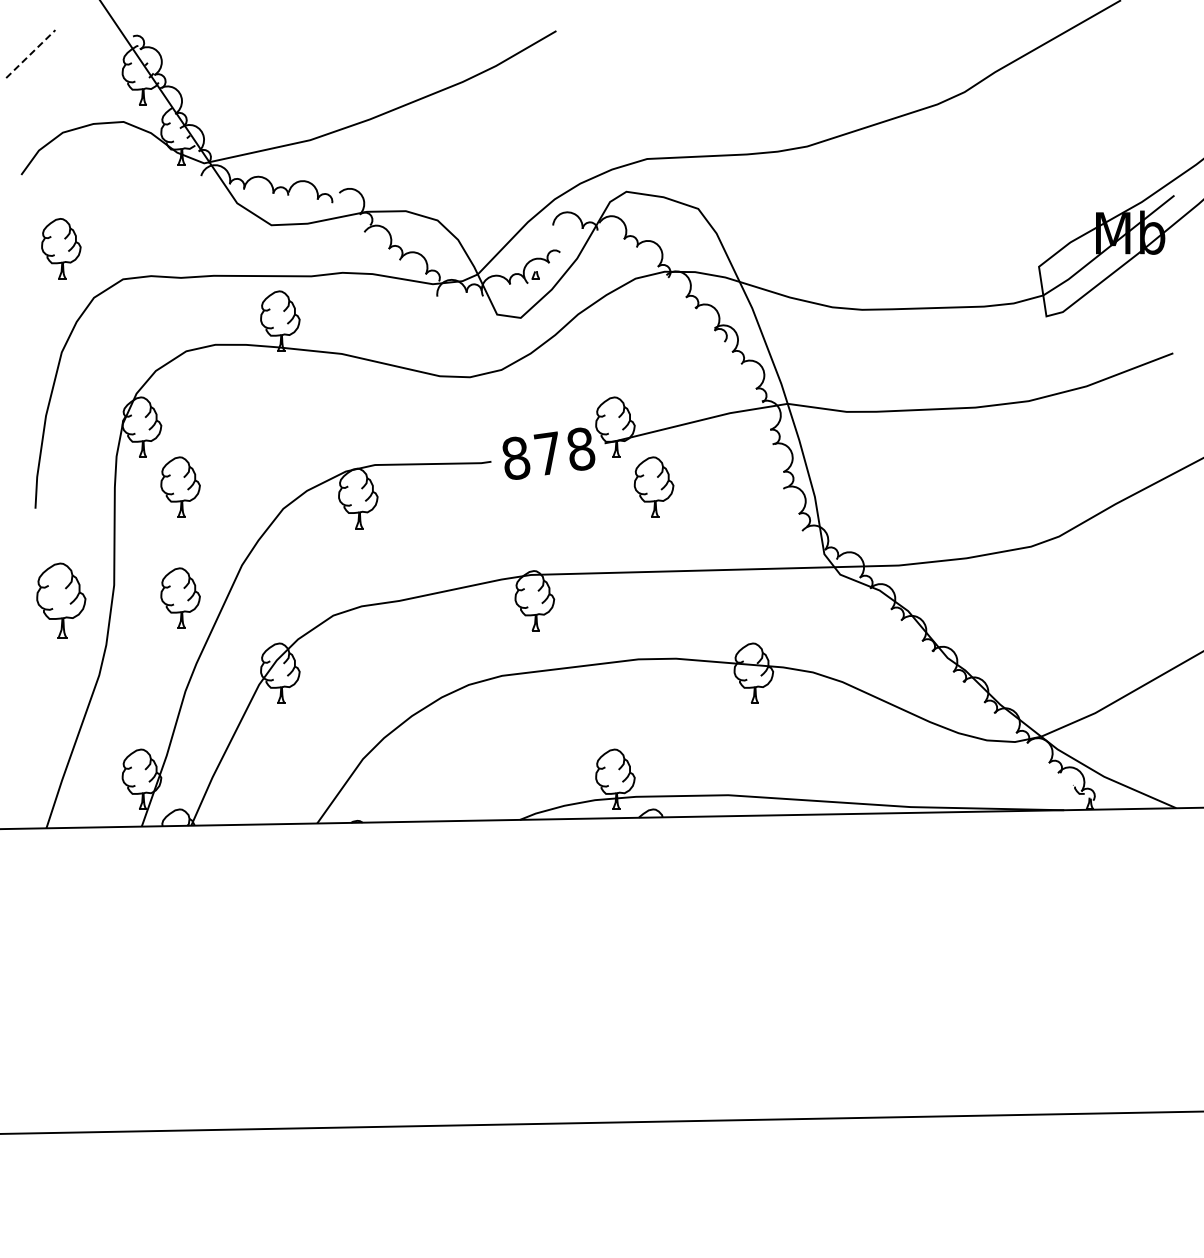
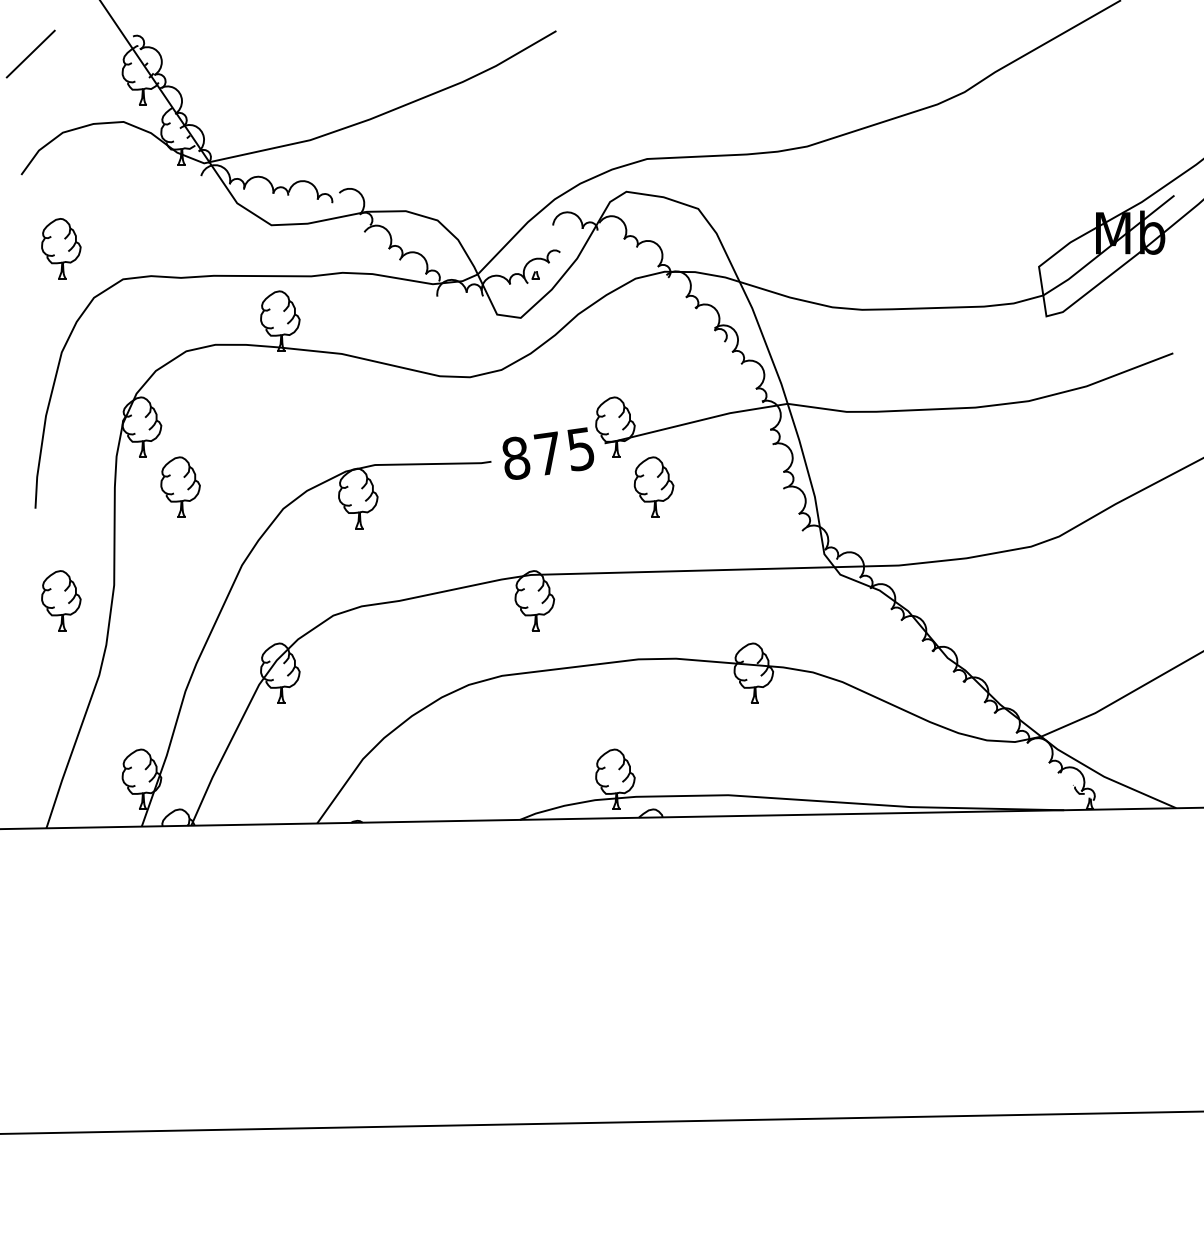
line at (31, 53): dashed -> solid
text at (581, 449): 878 -> 875
part at (180, 597): present -> none
part at (61, 600) size: 51x77 px -> 41x62 px
